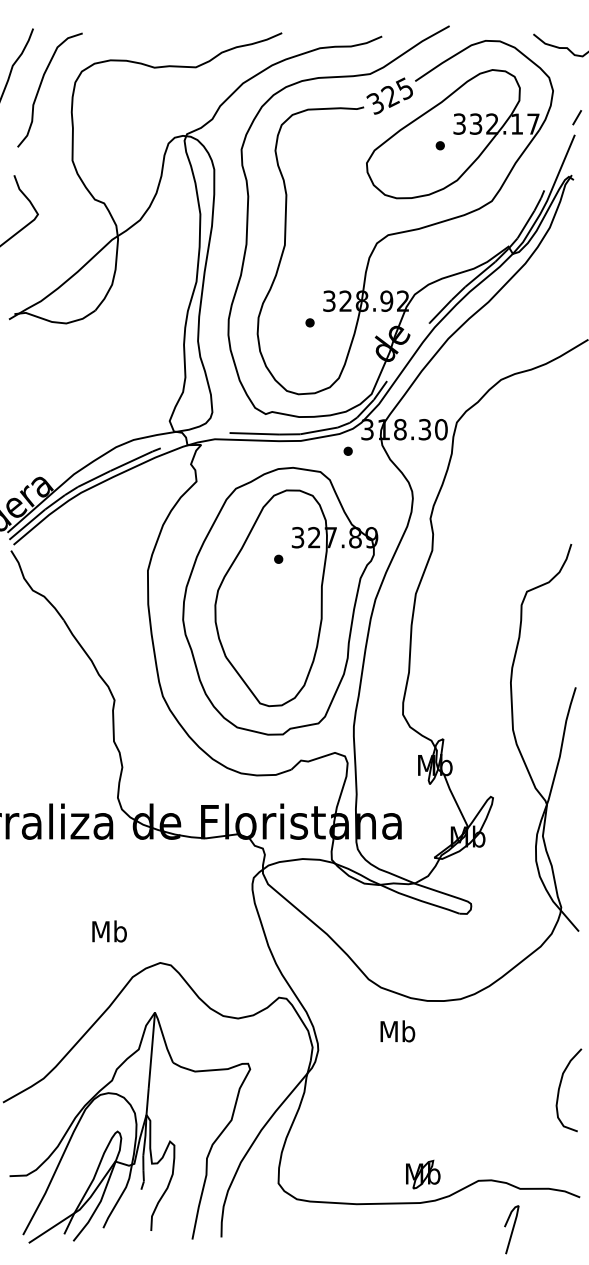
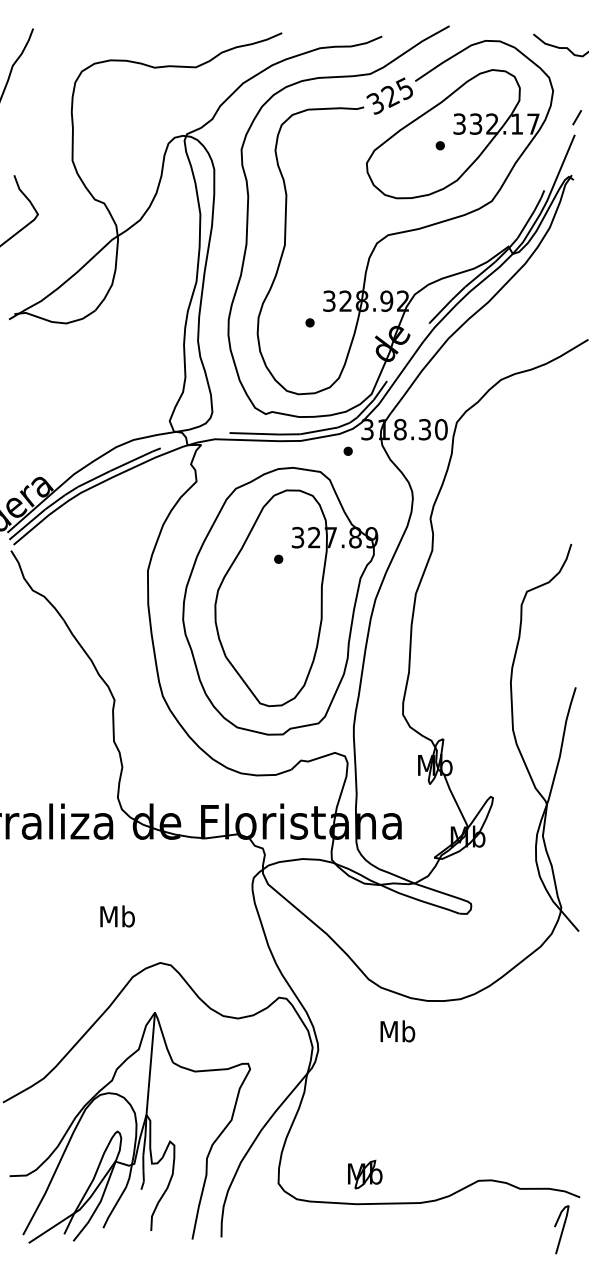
curve at (41, 85): present -> none
text at (109, 931) position: (109, 931) -> (117, 916)
curve at (560, 1087): present -> none
part at (423, 1174) position: (423, 1174) -> (365, 1174)
curve at (512, 1229) position: (512, 1229) -> (562, 1229)
